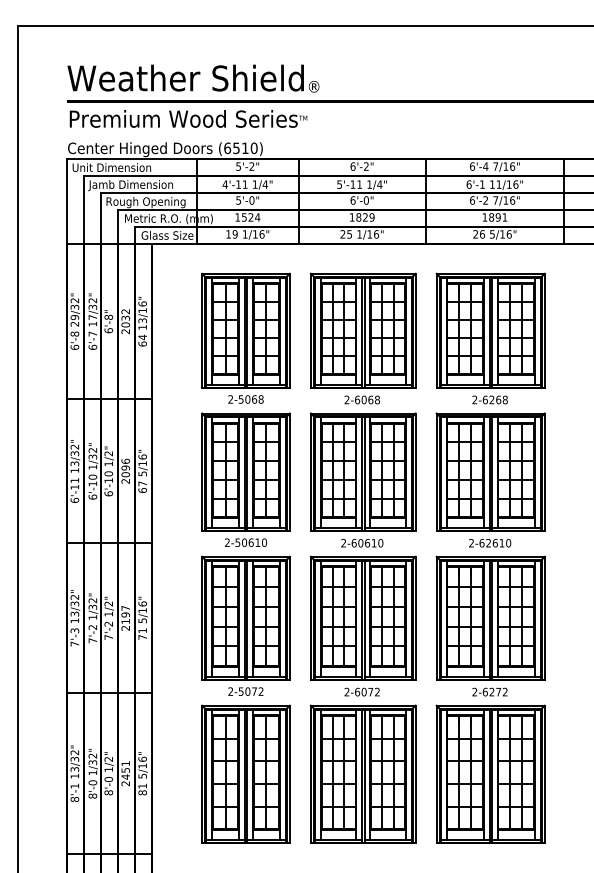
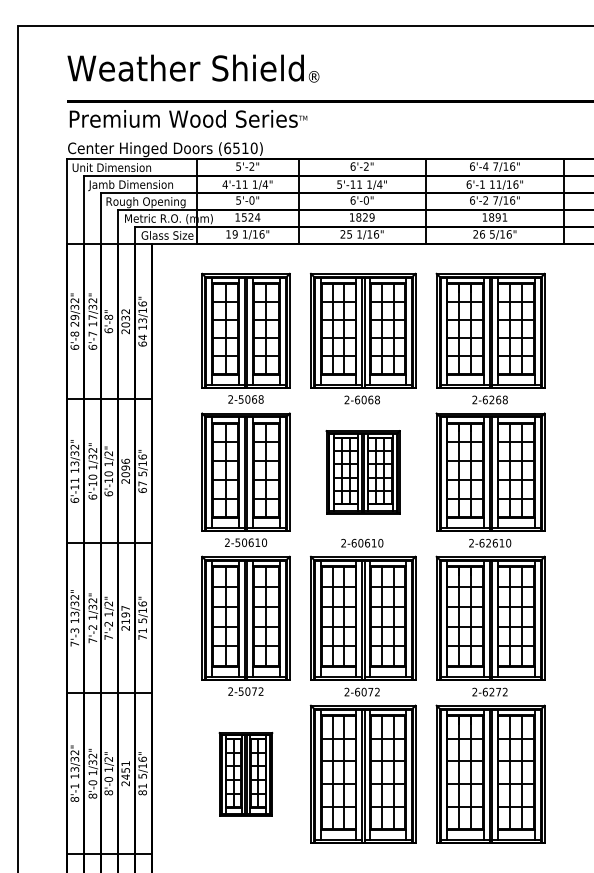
text at (193, 78) position: (193, 78) -> (193, 68)
part at (362, 471) size: 108x120 px -> 76x85 px
part at (245, 773) size: 90x140 px -> 56x85 px
